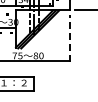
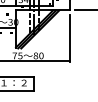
line at (70, 38): dashed -> solid
